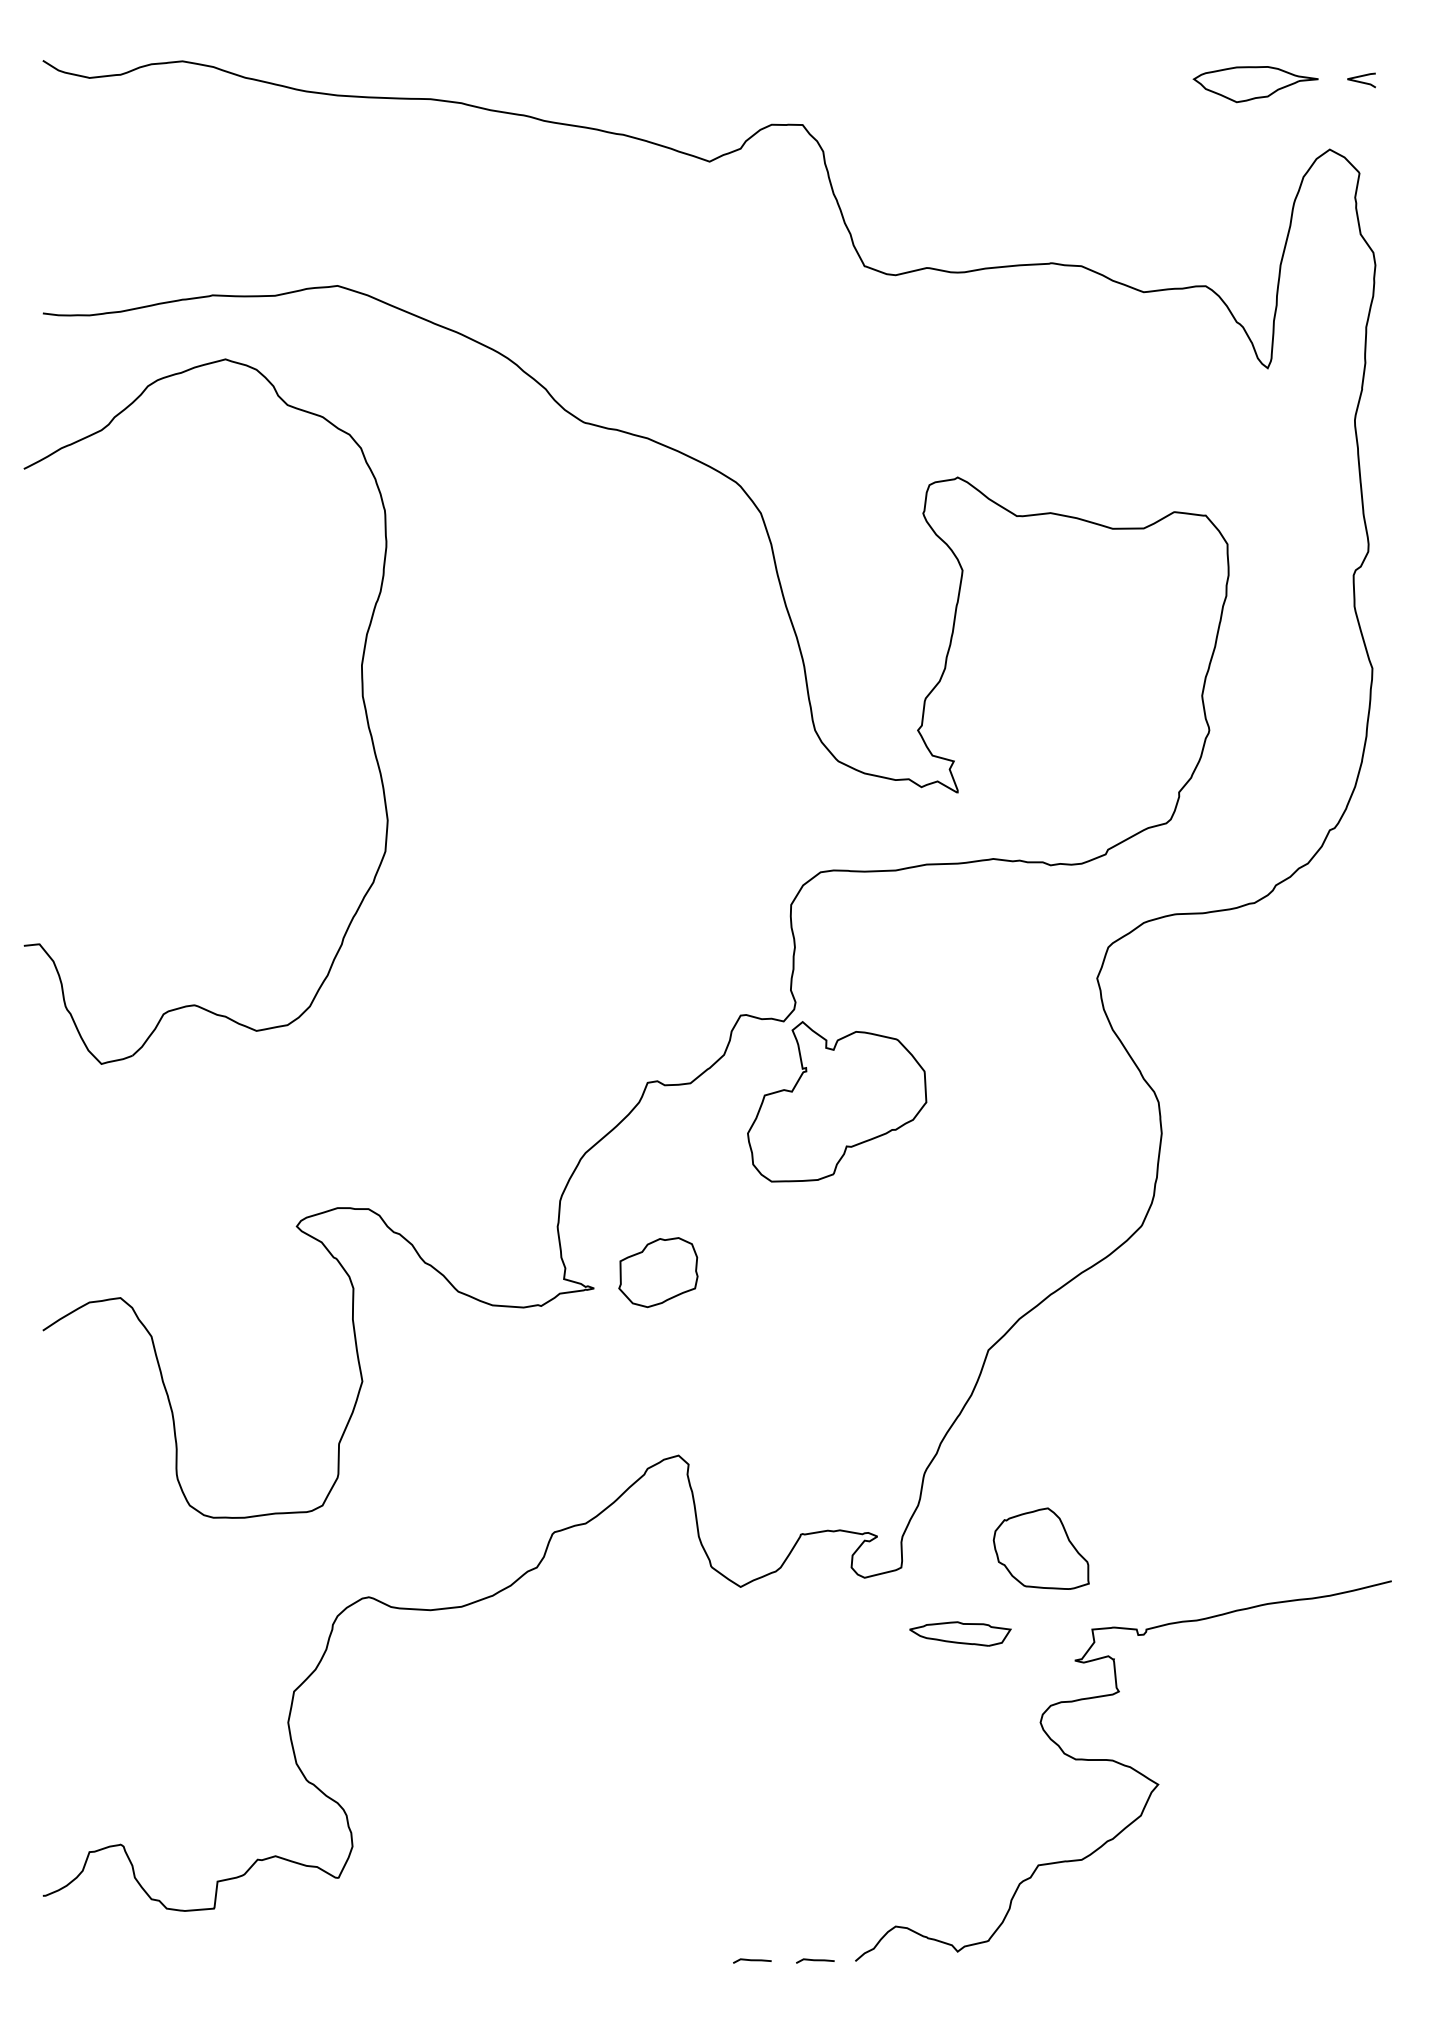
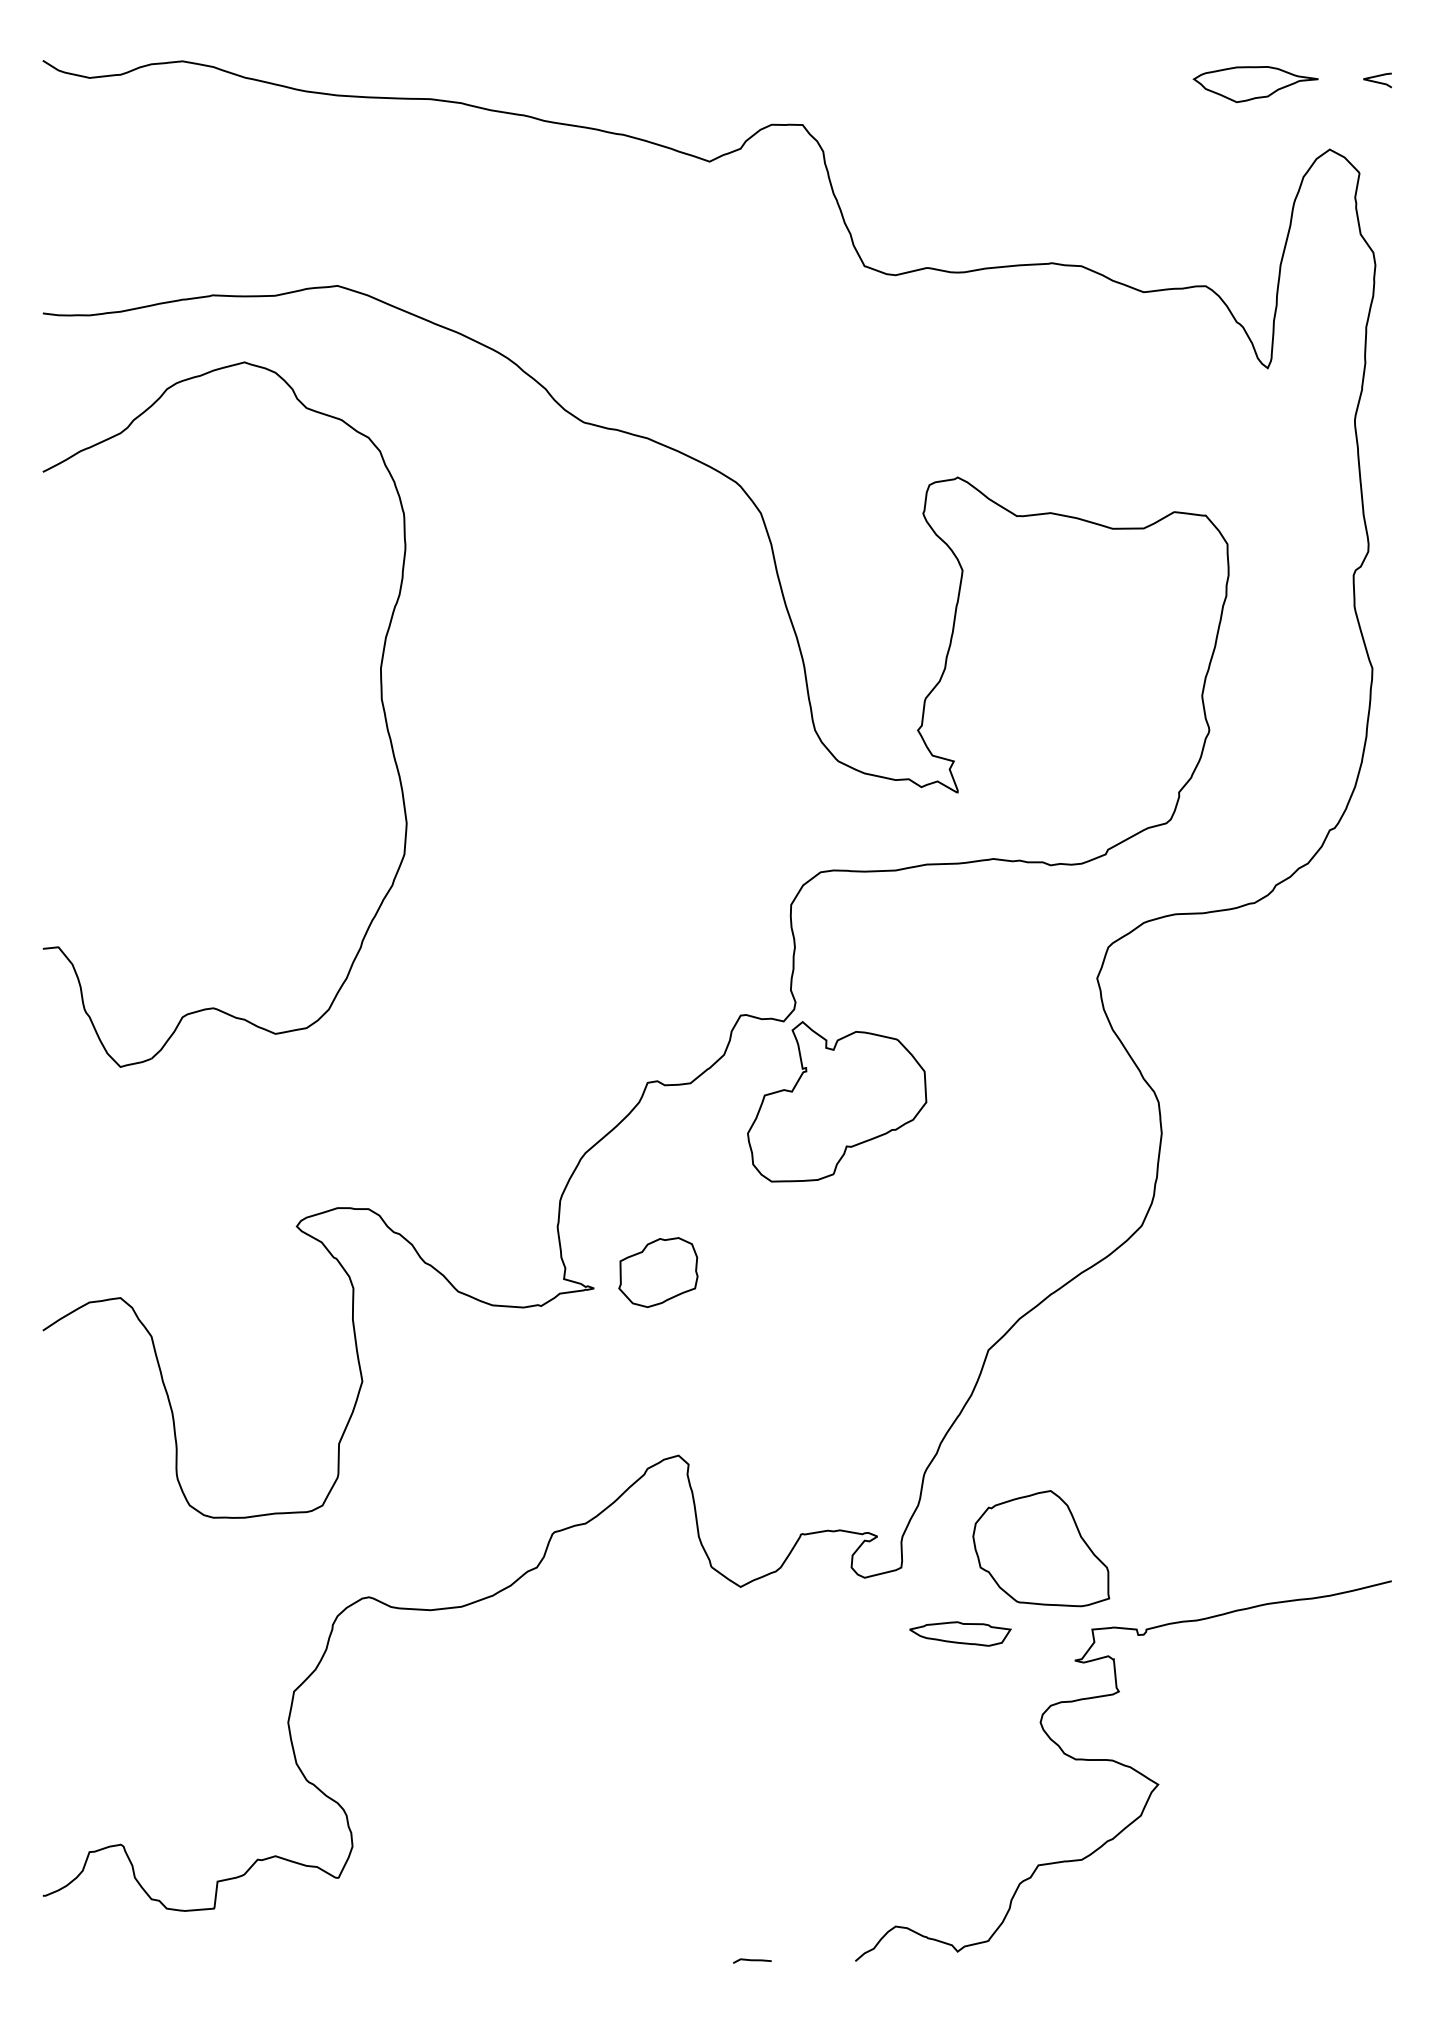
line at (1361, 81) position: (1361, 81) -> (1377, 81)
part at (361, 695) position: (361, 695) -> (380, 698)
part at (1040, 1548) size: 98x83 px -> 139x118 px
line at (815, 1960): present -> none
